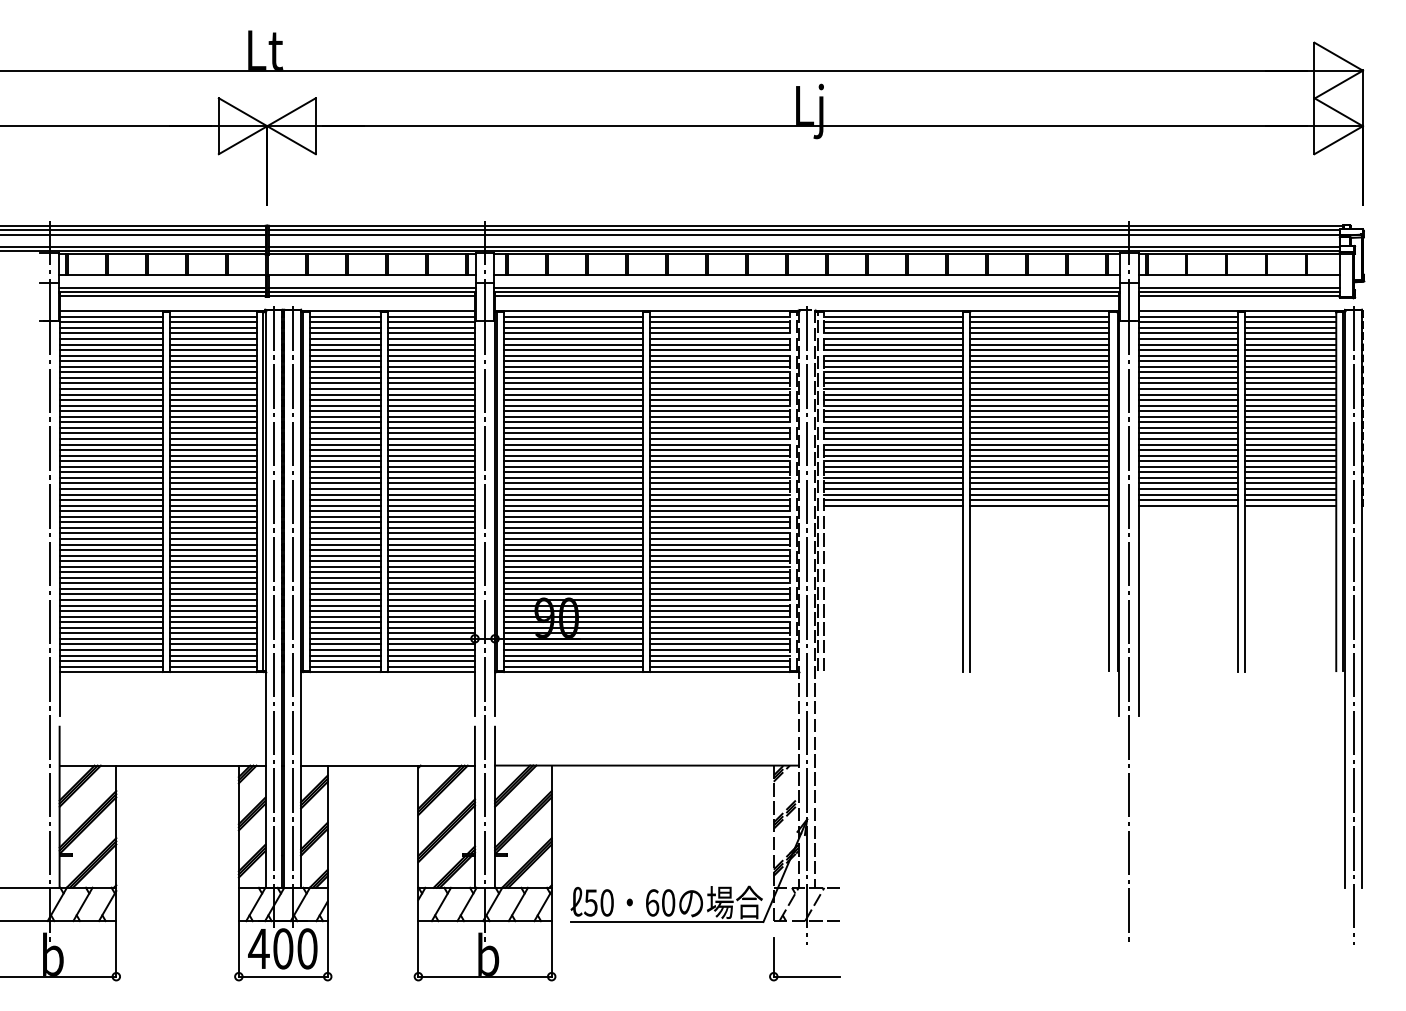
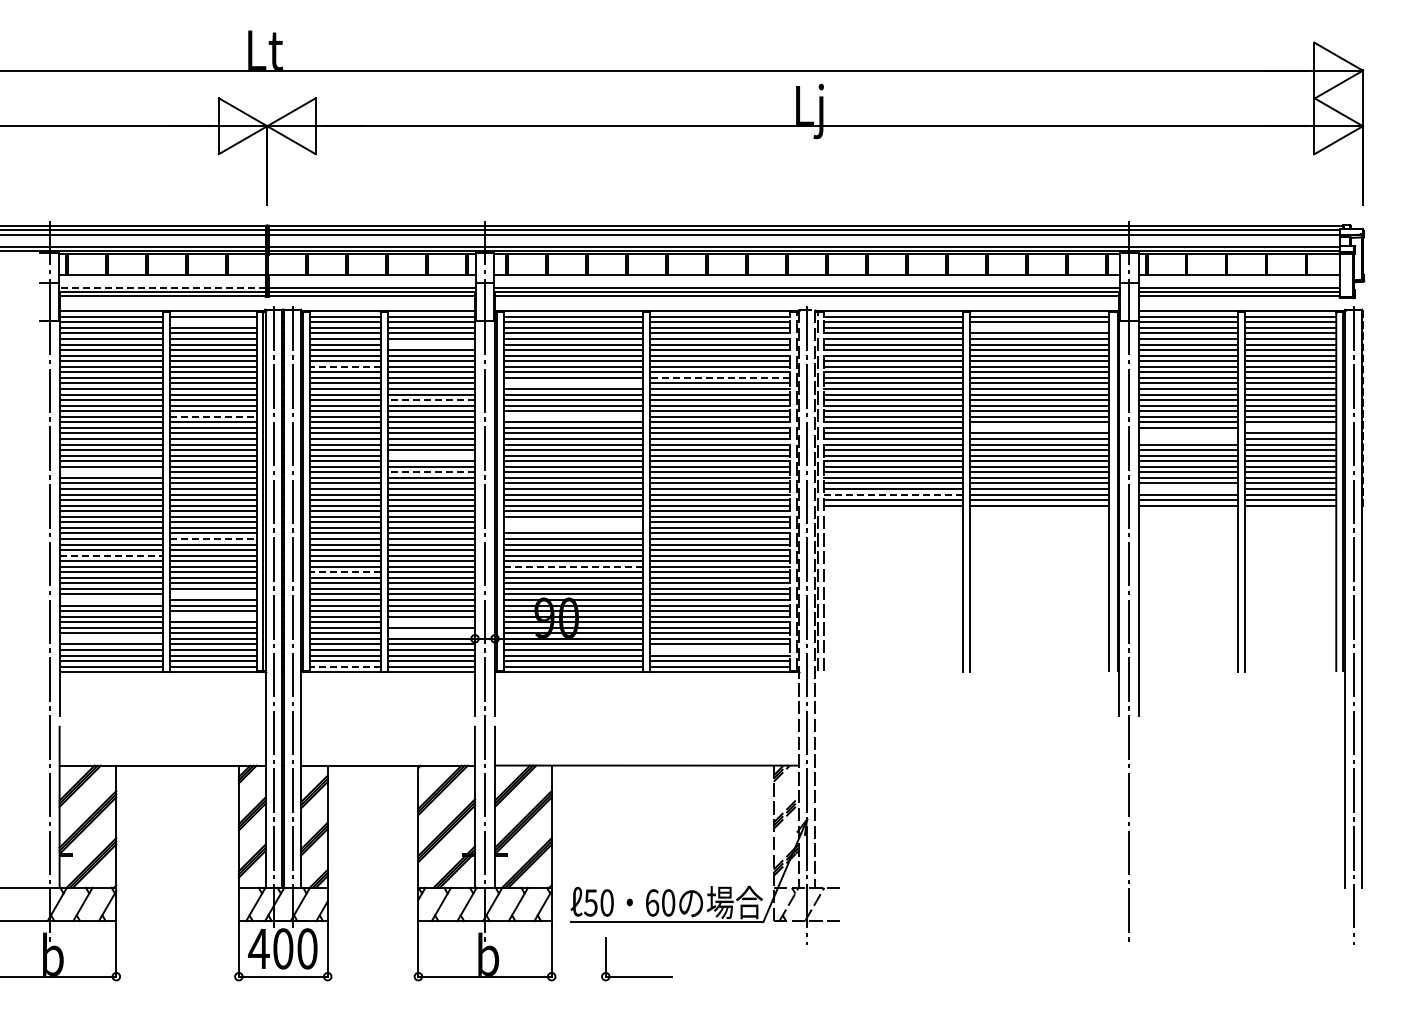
line at (161, 287): solid -> dashed
line at (212, 322): present -> none
line at (1039, 327): present -> none
line at (430, 344): present -> none
line at (344, 366): solid -> dashed
line at (719, 377): solid -> dashed
line at (573, 383): present -> none
line at (430, 400): solid -> dashed
line at (213, 416): solid -> dashed
line at (573, 416): present -> none
line at (1039, 427): present -> none
line at (1290, 427): present -> none
line at (1188, 433): present -> none
line at (1188, 438): present -> none
line at (430, 455): present -> none
line at (111, 472): present -> none
line at (430, 472): solid -> dashed
line at (1188, 488): present -> none
line at (893, 494): solid -> dashed
line at (573, 522): present -> none
line at (573, 527): present -> none
line at (213, 538): solid -> dashed
line at (111, 555): solid -> dashed
line at (573, 566): solid -> dashed
line at (344, 572): solid -> dashed
line at (212, 594): present -> none
line at (111, 600): present -> none
line at (212, 616): present -> none
line at (430, 622): present -> none
line at (430, 633): present -> none
line at (111, 638): present -> none
line at (719, 650): present -> none
line at (344, 666): solid -> dashed
part at (804, 976) position: (804, 976) -> (636, 976)
